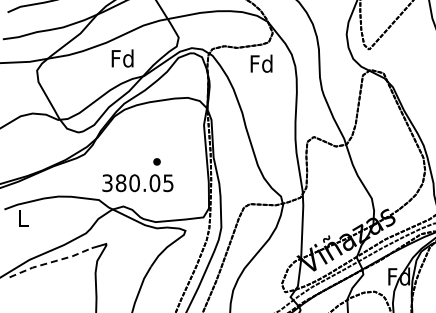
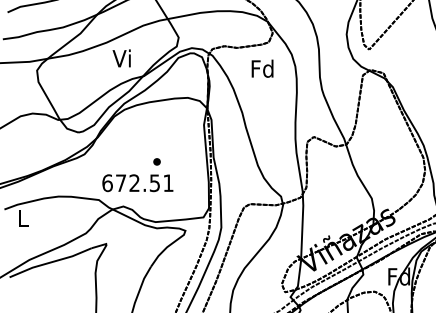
text at (122, 58): Fd -> Vi
text at (261, 63) position: (261, 63) -> (262, 68)
text at (137, 183): 380.05 -> 672.51
line at (50, 262): dashed -> solid
